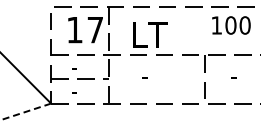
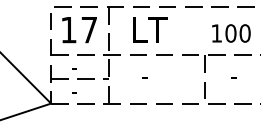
text at (231, 25) position: (231, 25) -> (231, 33)
text at (85, 30) position: (85, 30) -> (79, 30)
text at (150, 34) position: (150, 34) -> (150, 29)
line at (25, 112): dashed -> solid
